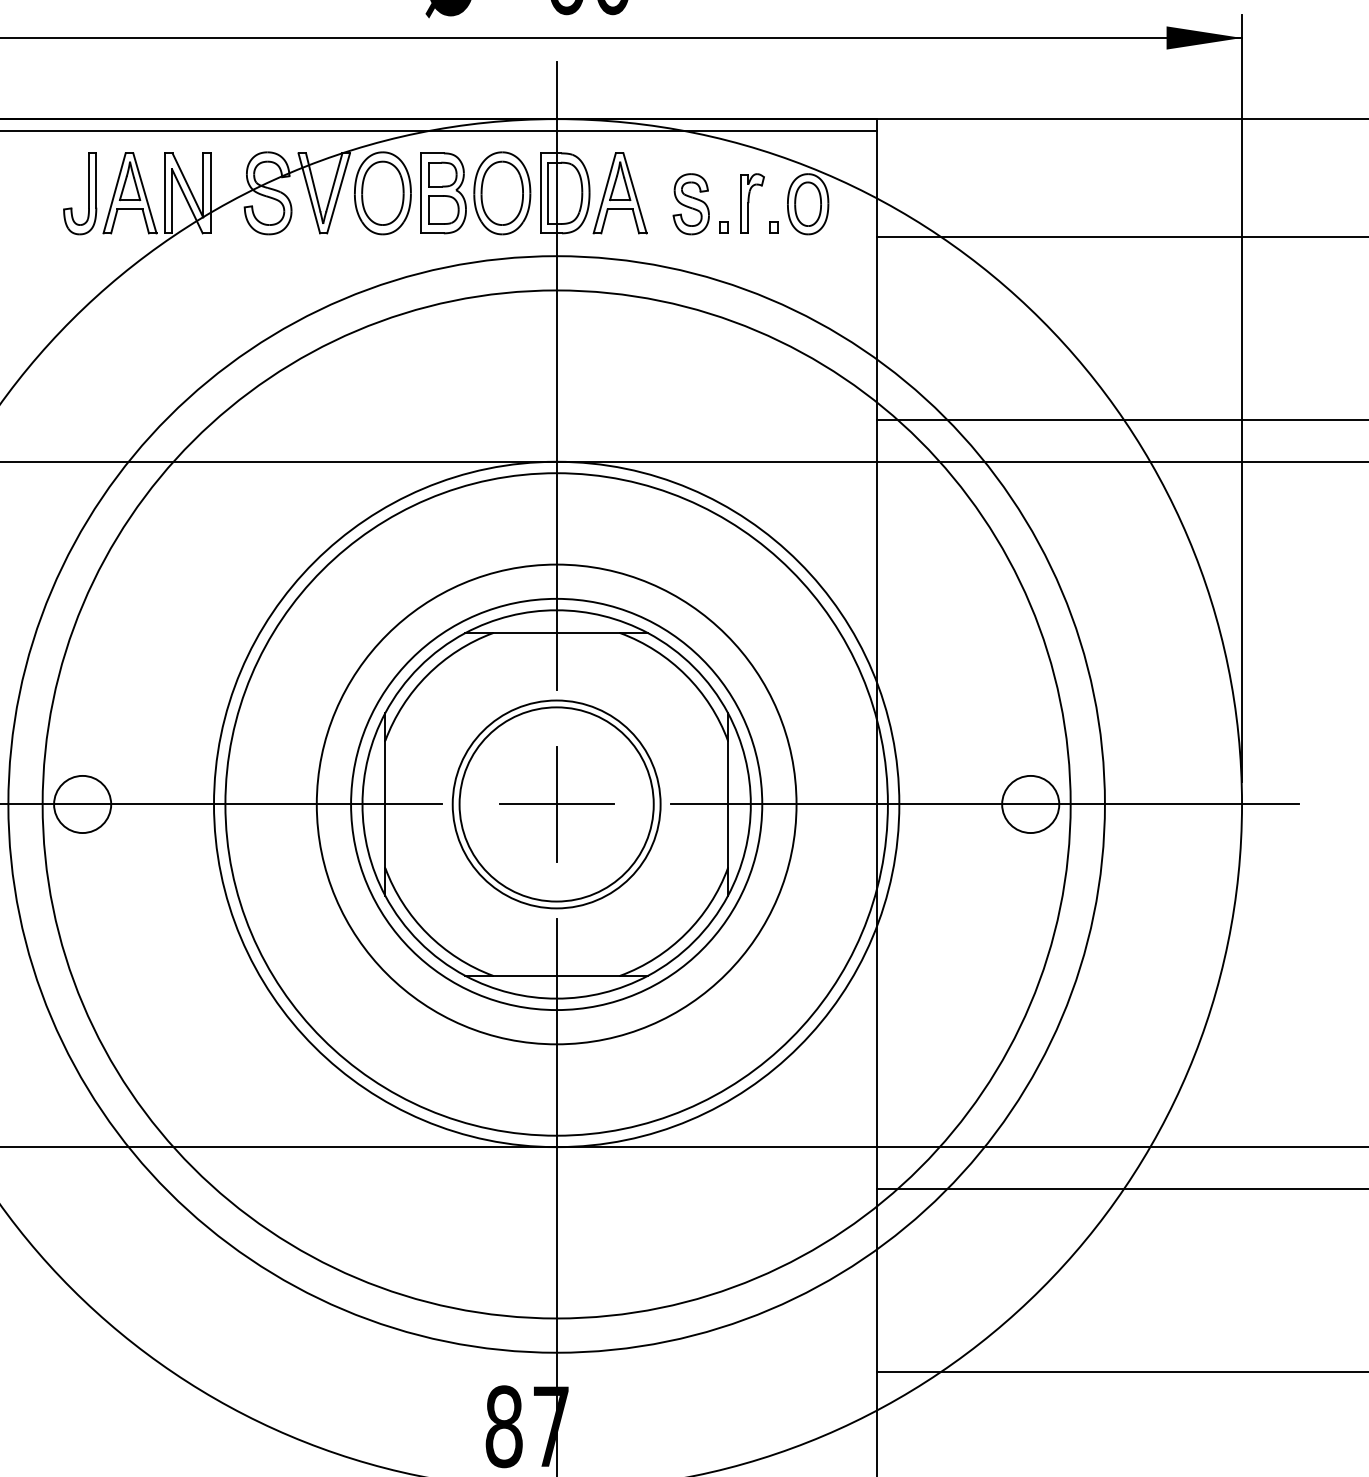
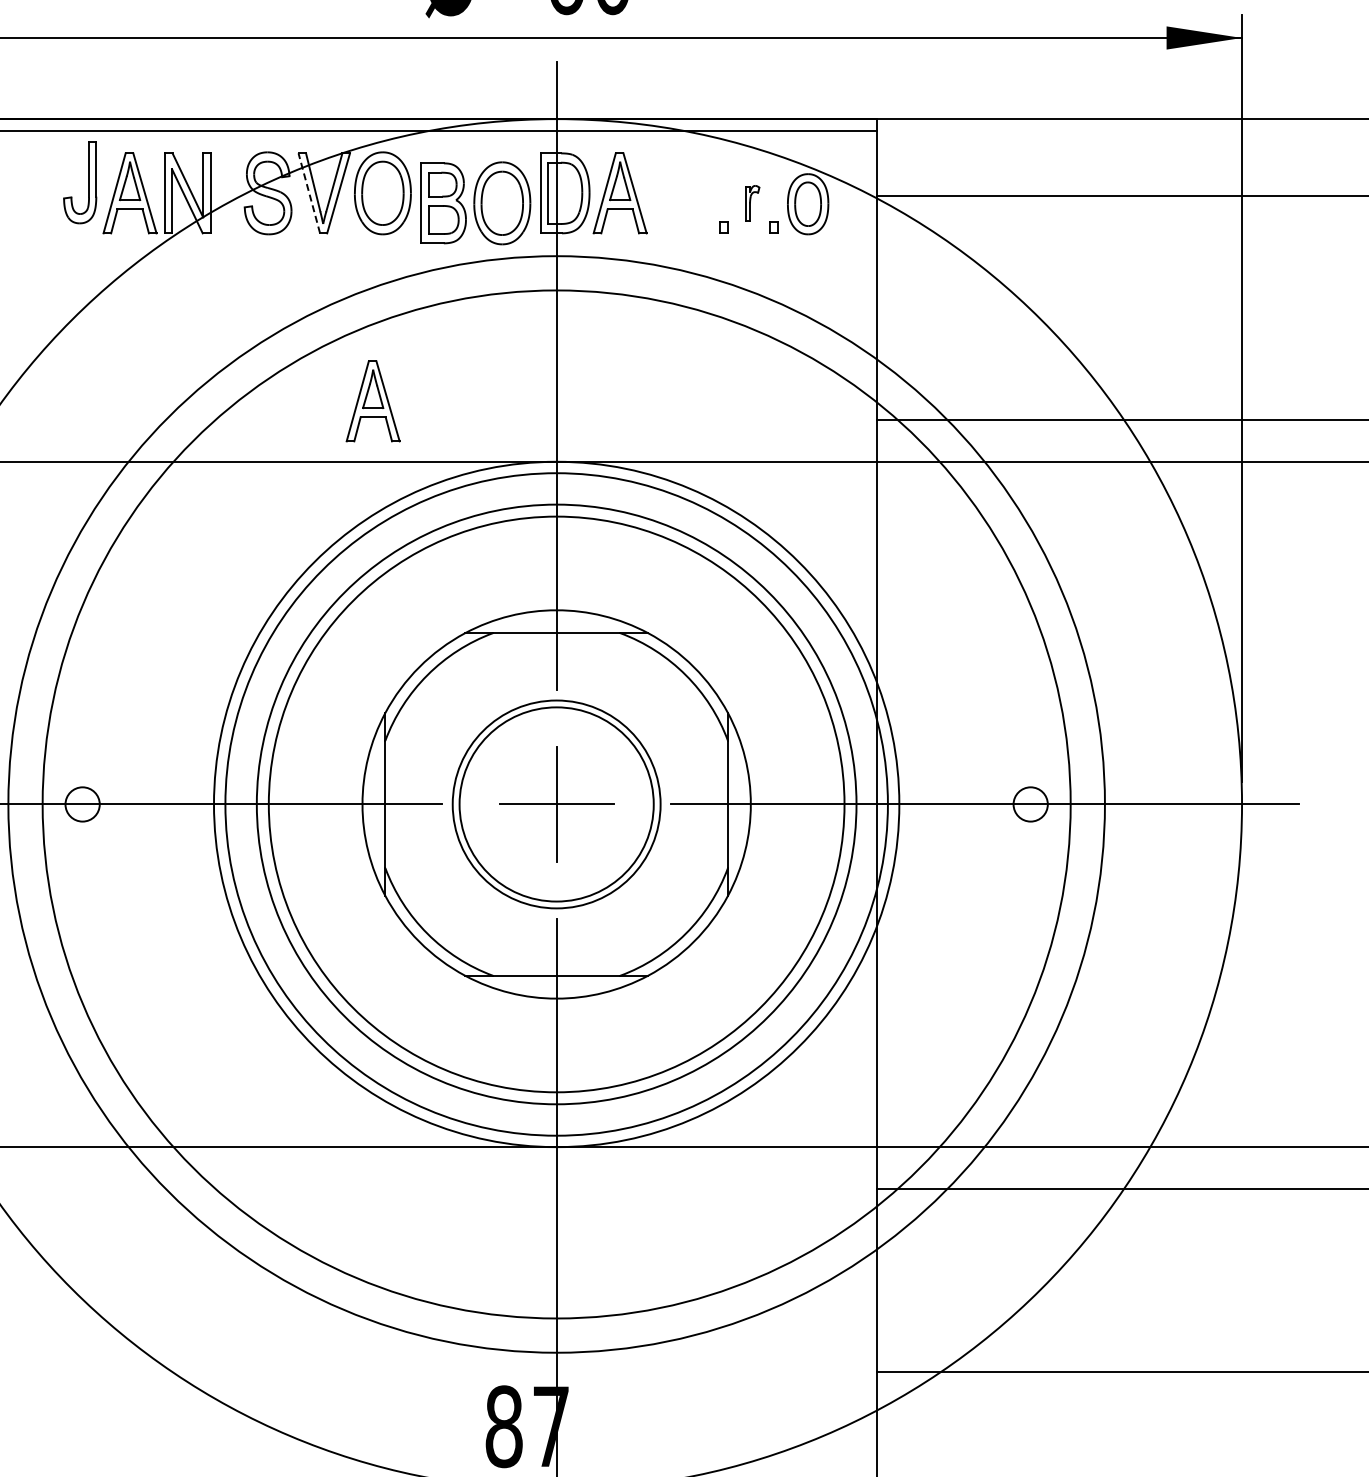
line at (309, 192): solid -> dashed
part at (88, 193) position: (88, 193) -> (88, 182)
part at (475, 193) position: (475, 193) -> (475, 203)
part at (752, 203) size: 25x61 px -> 16x37 px
part at (690, 204): present -> none
line at (1121, 236) position: (1121, 236) -> (1121, 195)
part at (372, 401): none -> present
circle at (82, 804) diameter: 57 px -> 34 px
circle at (556, 804) diameter: 411 px -> 576 px
circle at (556, 804) diameter: 480 px -> 600 px
circle at (1030, 804) diameter: 57 px -> 34 px
